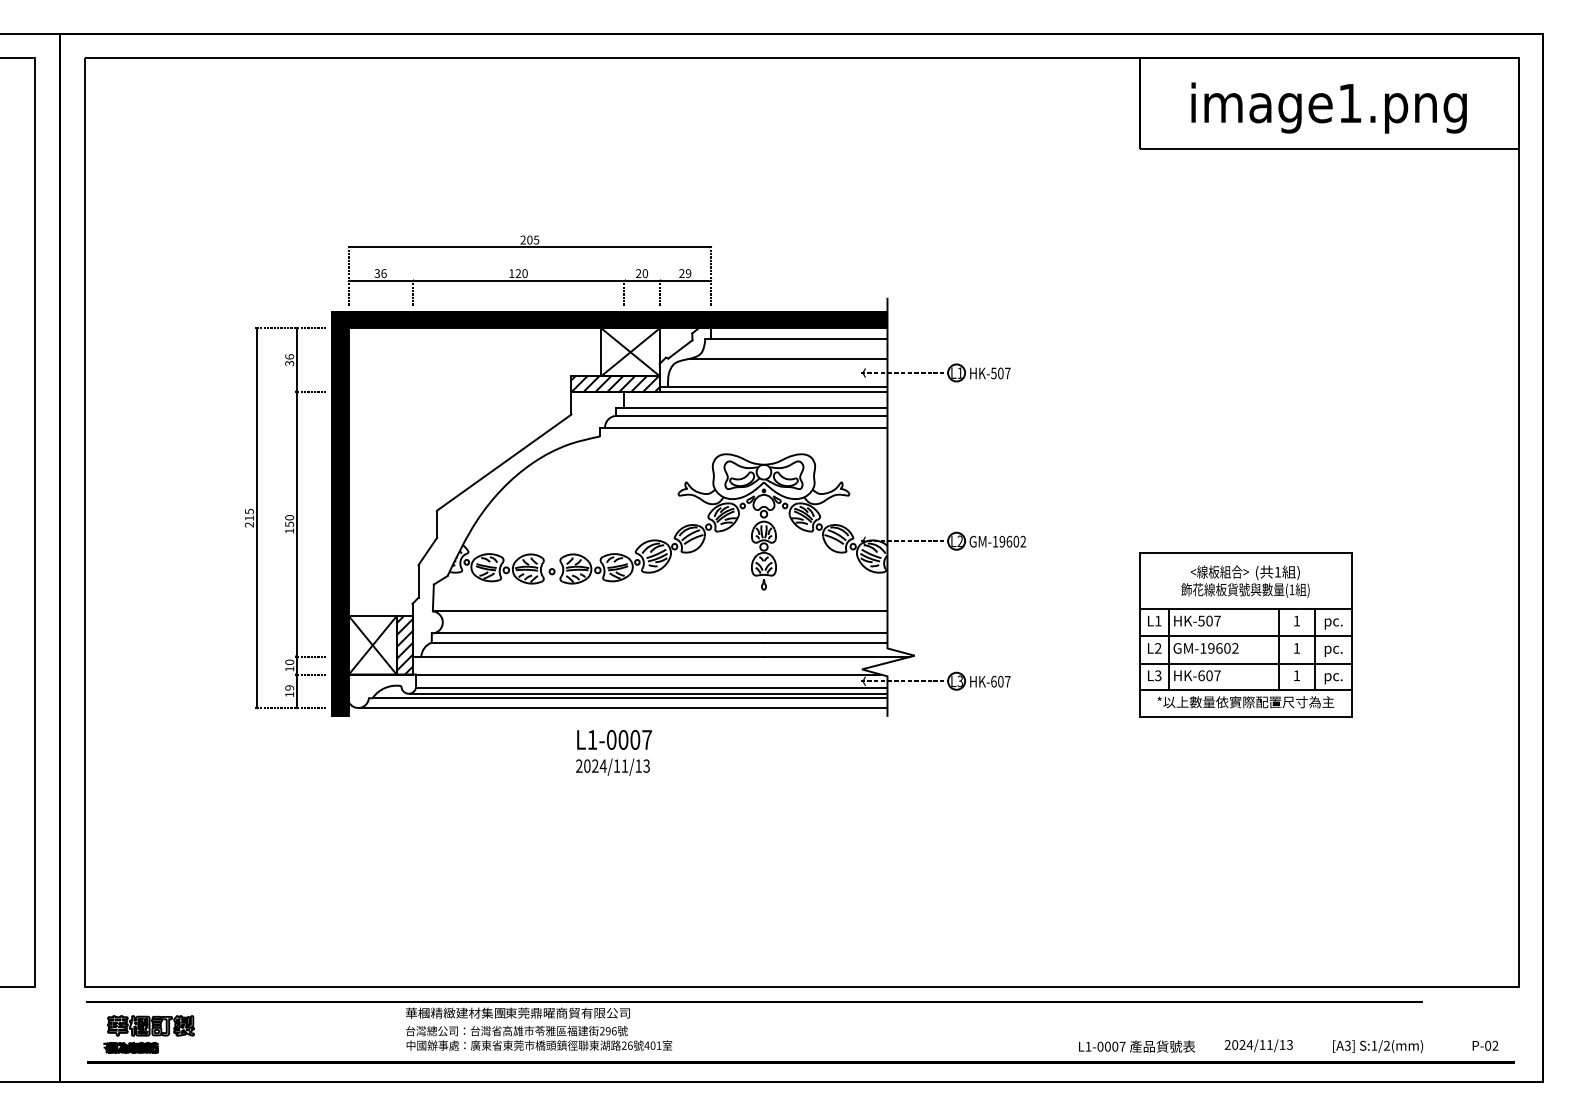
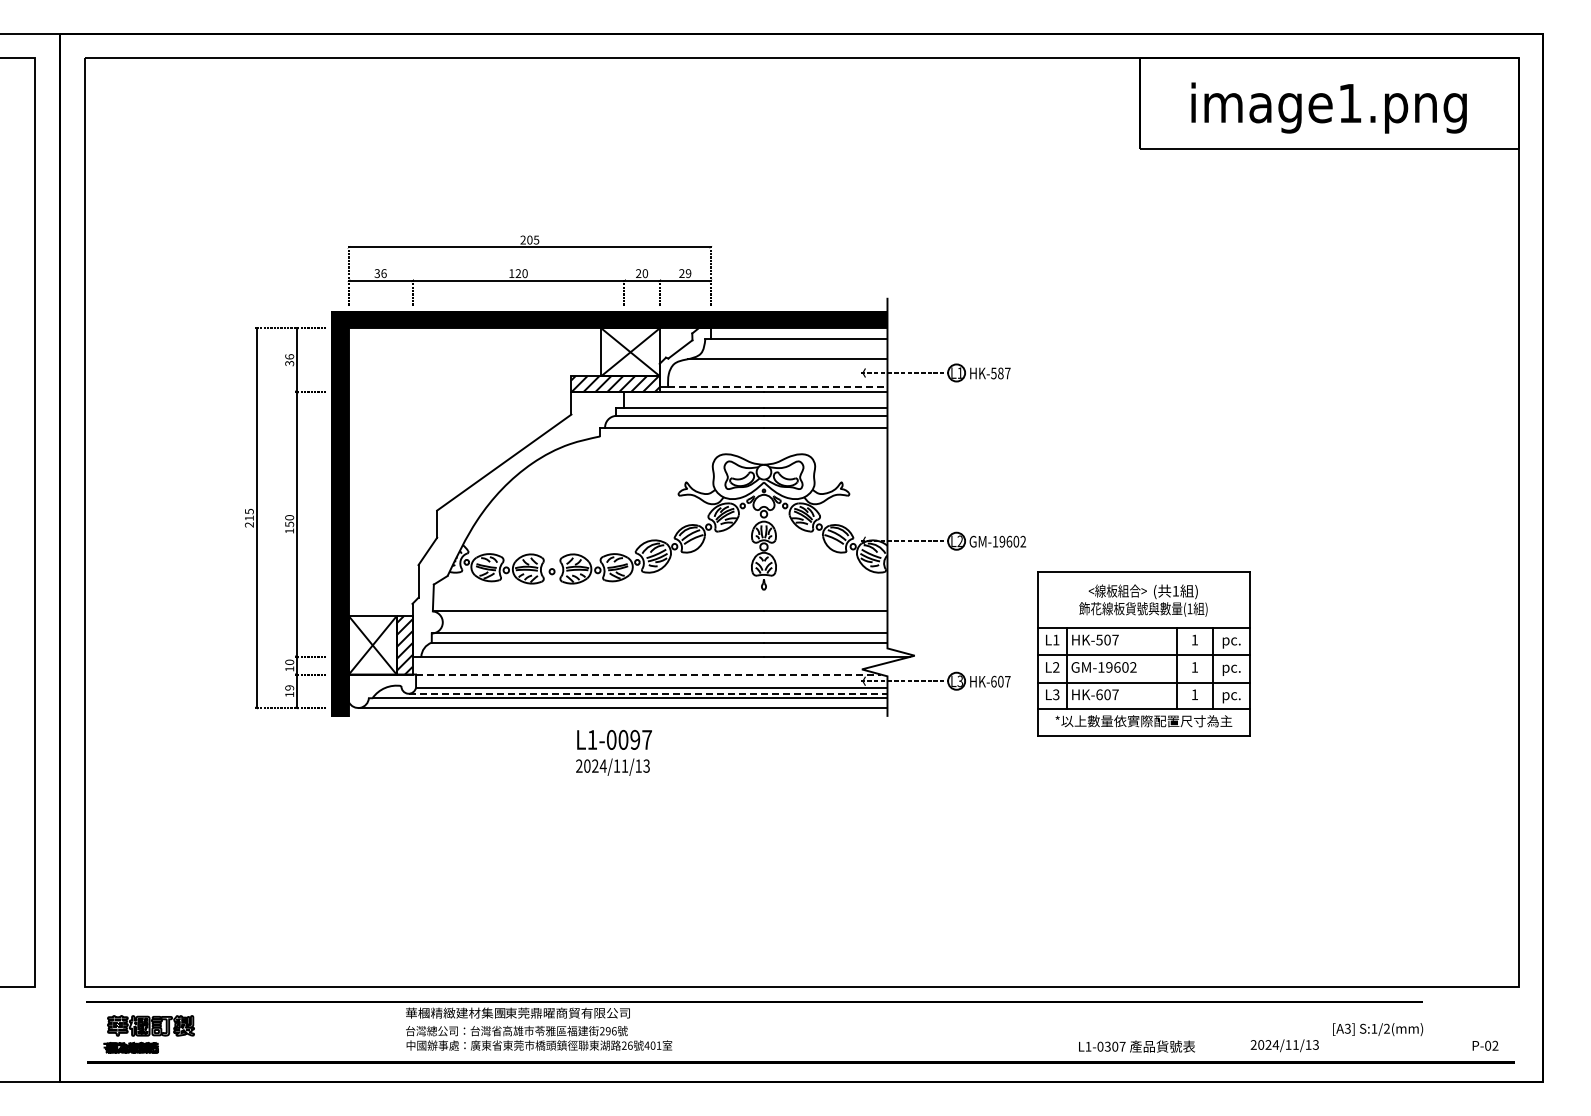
text at (1000, 373): HK-507 -> HK-587
line at (777, 386): solid -> dashed
part at (1245, 634) position: (1245, 634) -> (1143, 653)
line at (648, 674): solid -> dashed
line at (647, 693): solid -> dashed
text at (635, 739): L1-0007 -> L1-0097
text at (1258, 1045) position: (1258, 1045) -> (1284, 1045)
text at (1107, 1046): L1-0007 -> L1-0307
text at (1378, 1046) position: (1378, 1046) -> (1378, 1029)
